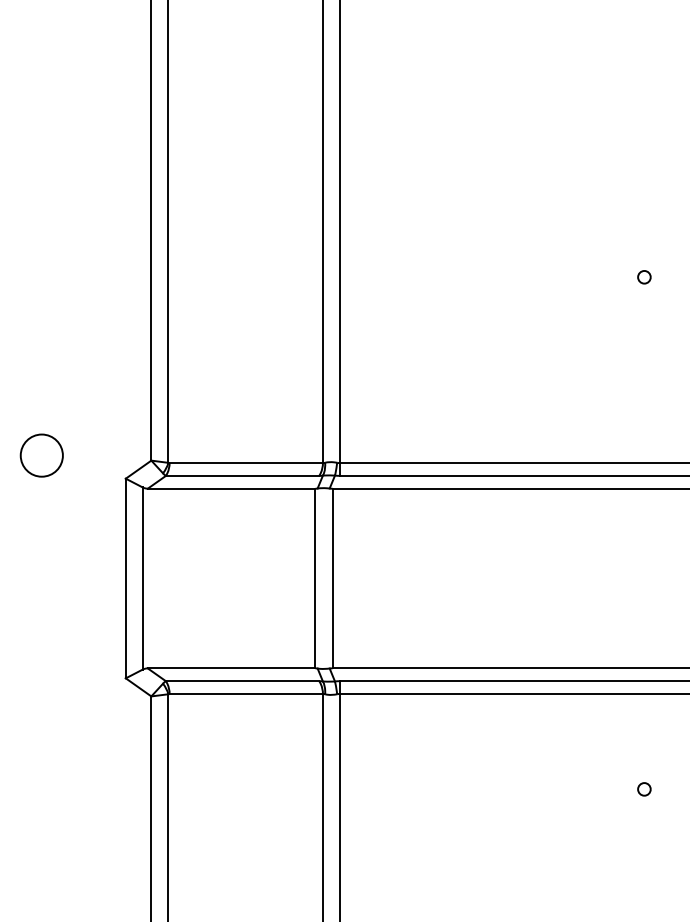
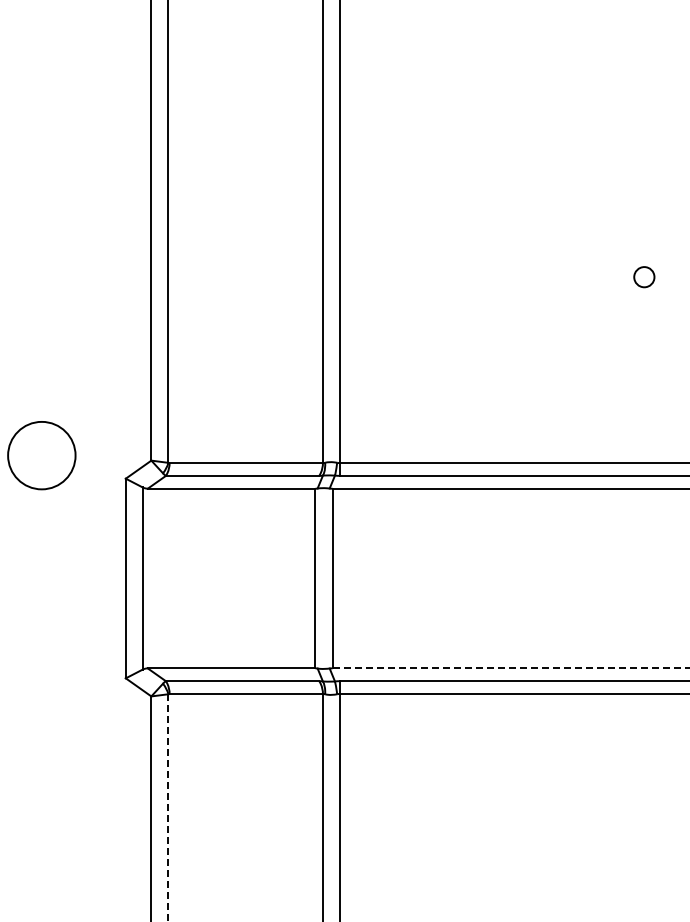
circle at (644, 277) size: 15x15 px -> 23x23 px
circle at (41, 455) diameter: 42 px -> 67 px
line at (511, 668): solid -> dashed
circle at (644, 789): present -> none
line at (168, 808): solid -> dashed
